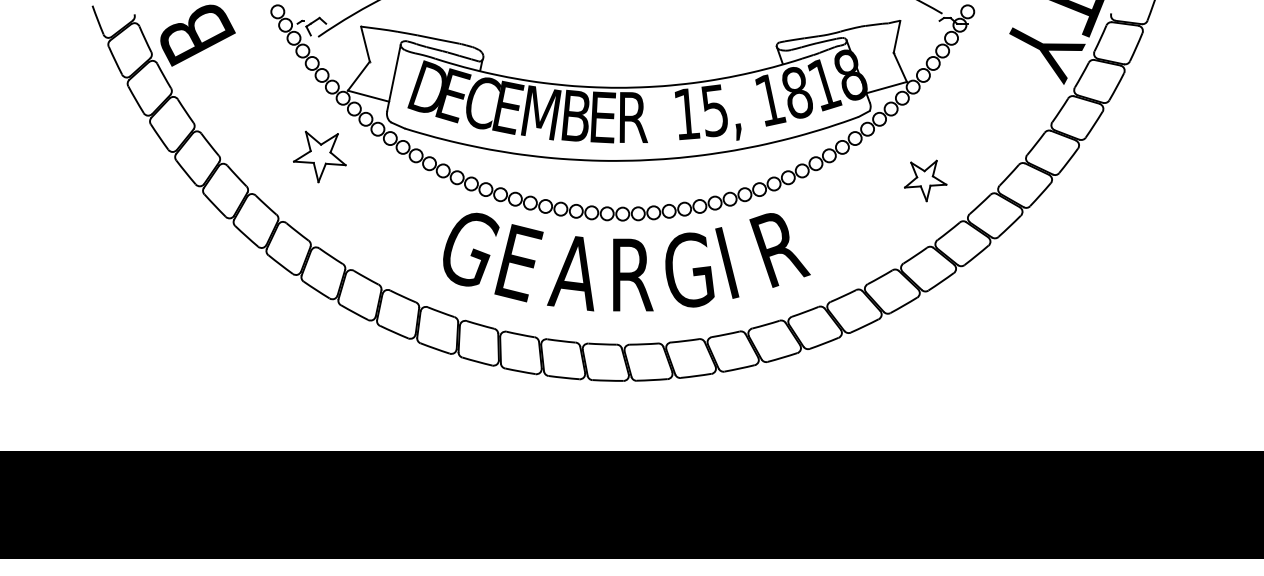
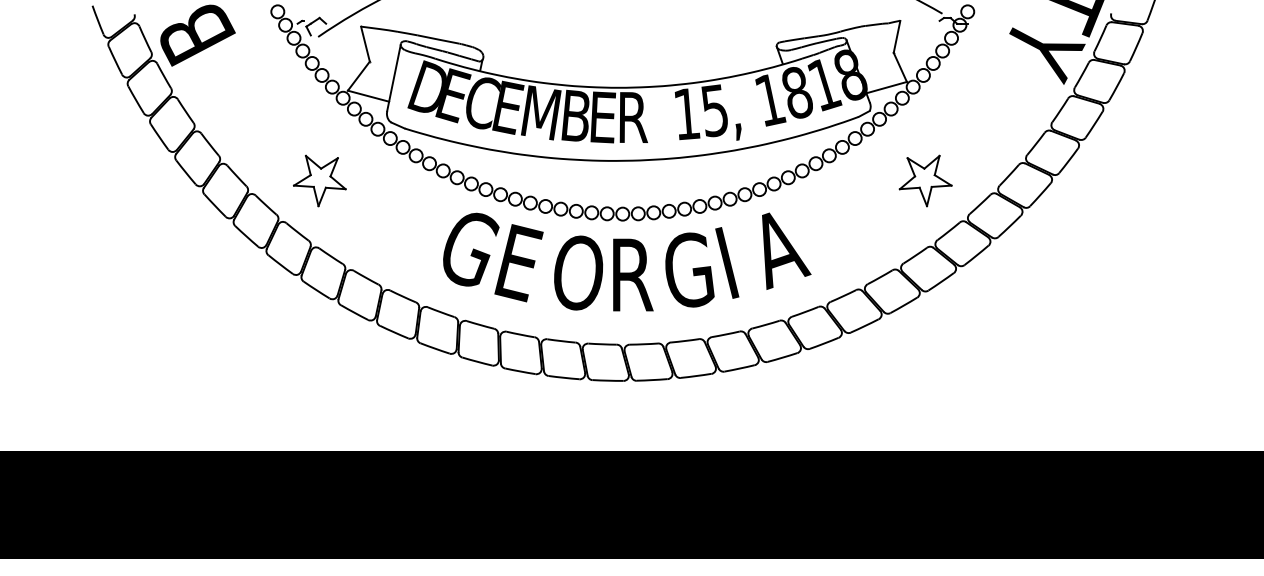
part at (319, 156) position: (319, 156) -> (319, 180)
part at (925, 180) size: 44x44 px -> 55x54 px
text at (780, 250): R -> A
text at (575, 273): A -> O
